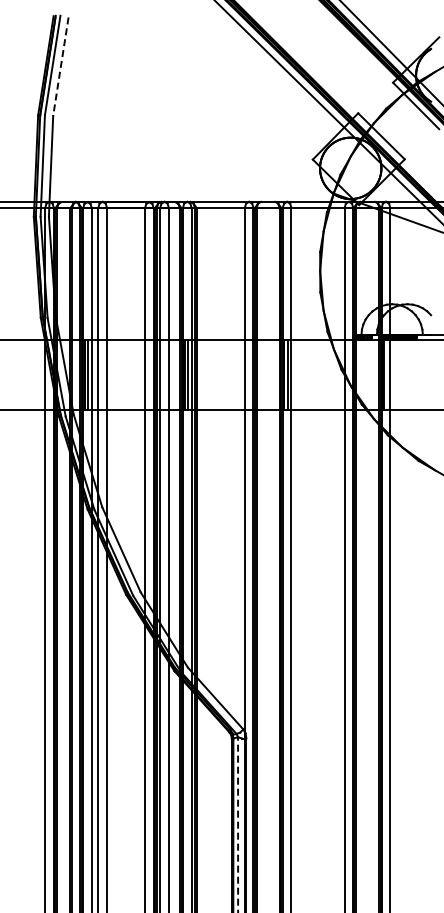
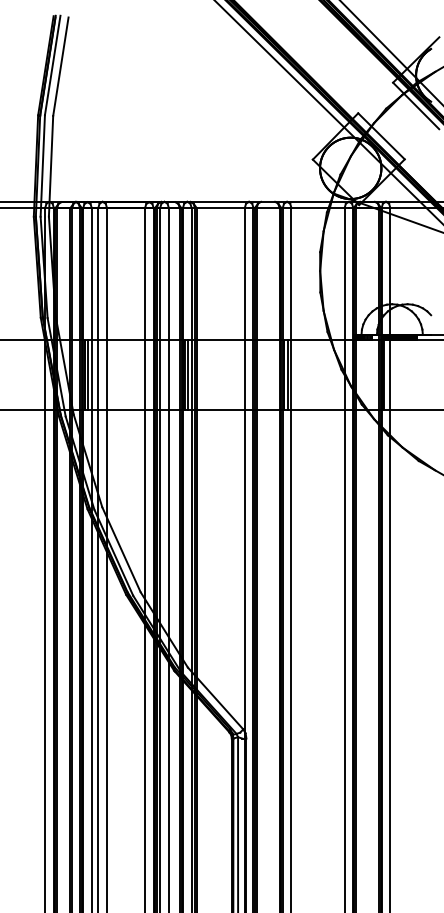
line at (60, 66): dashed -> solid
line at (238, 825): dashed -> solid
